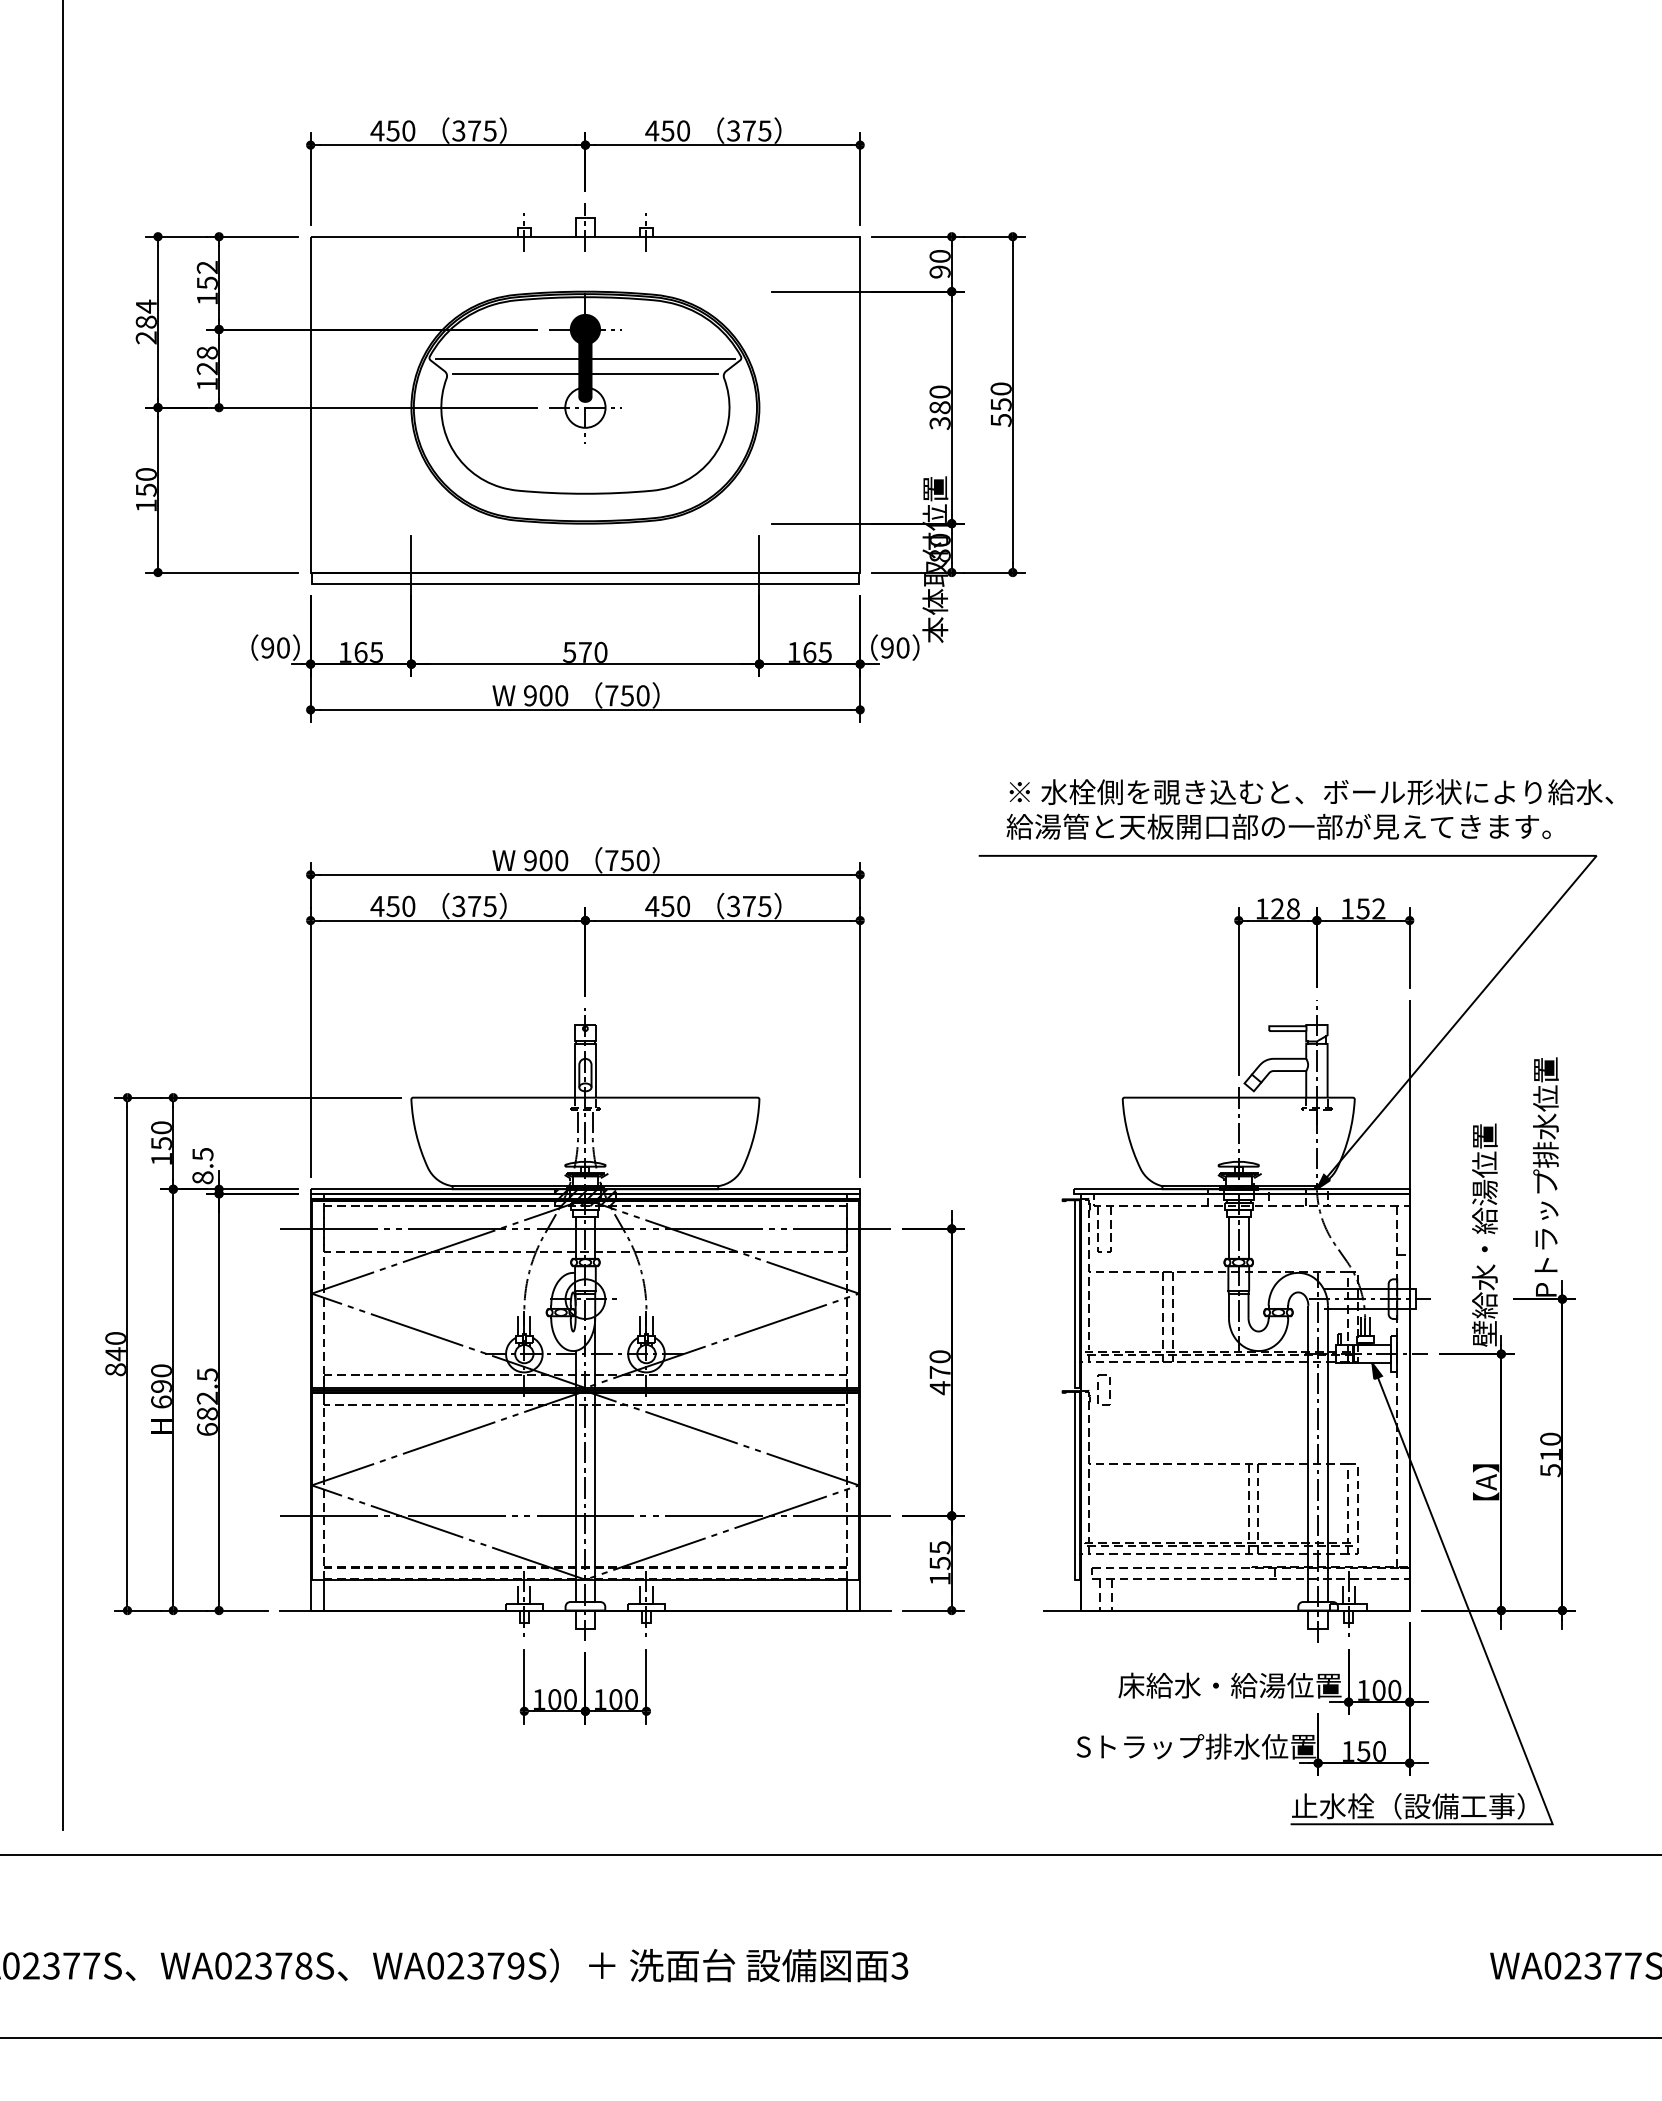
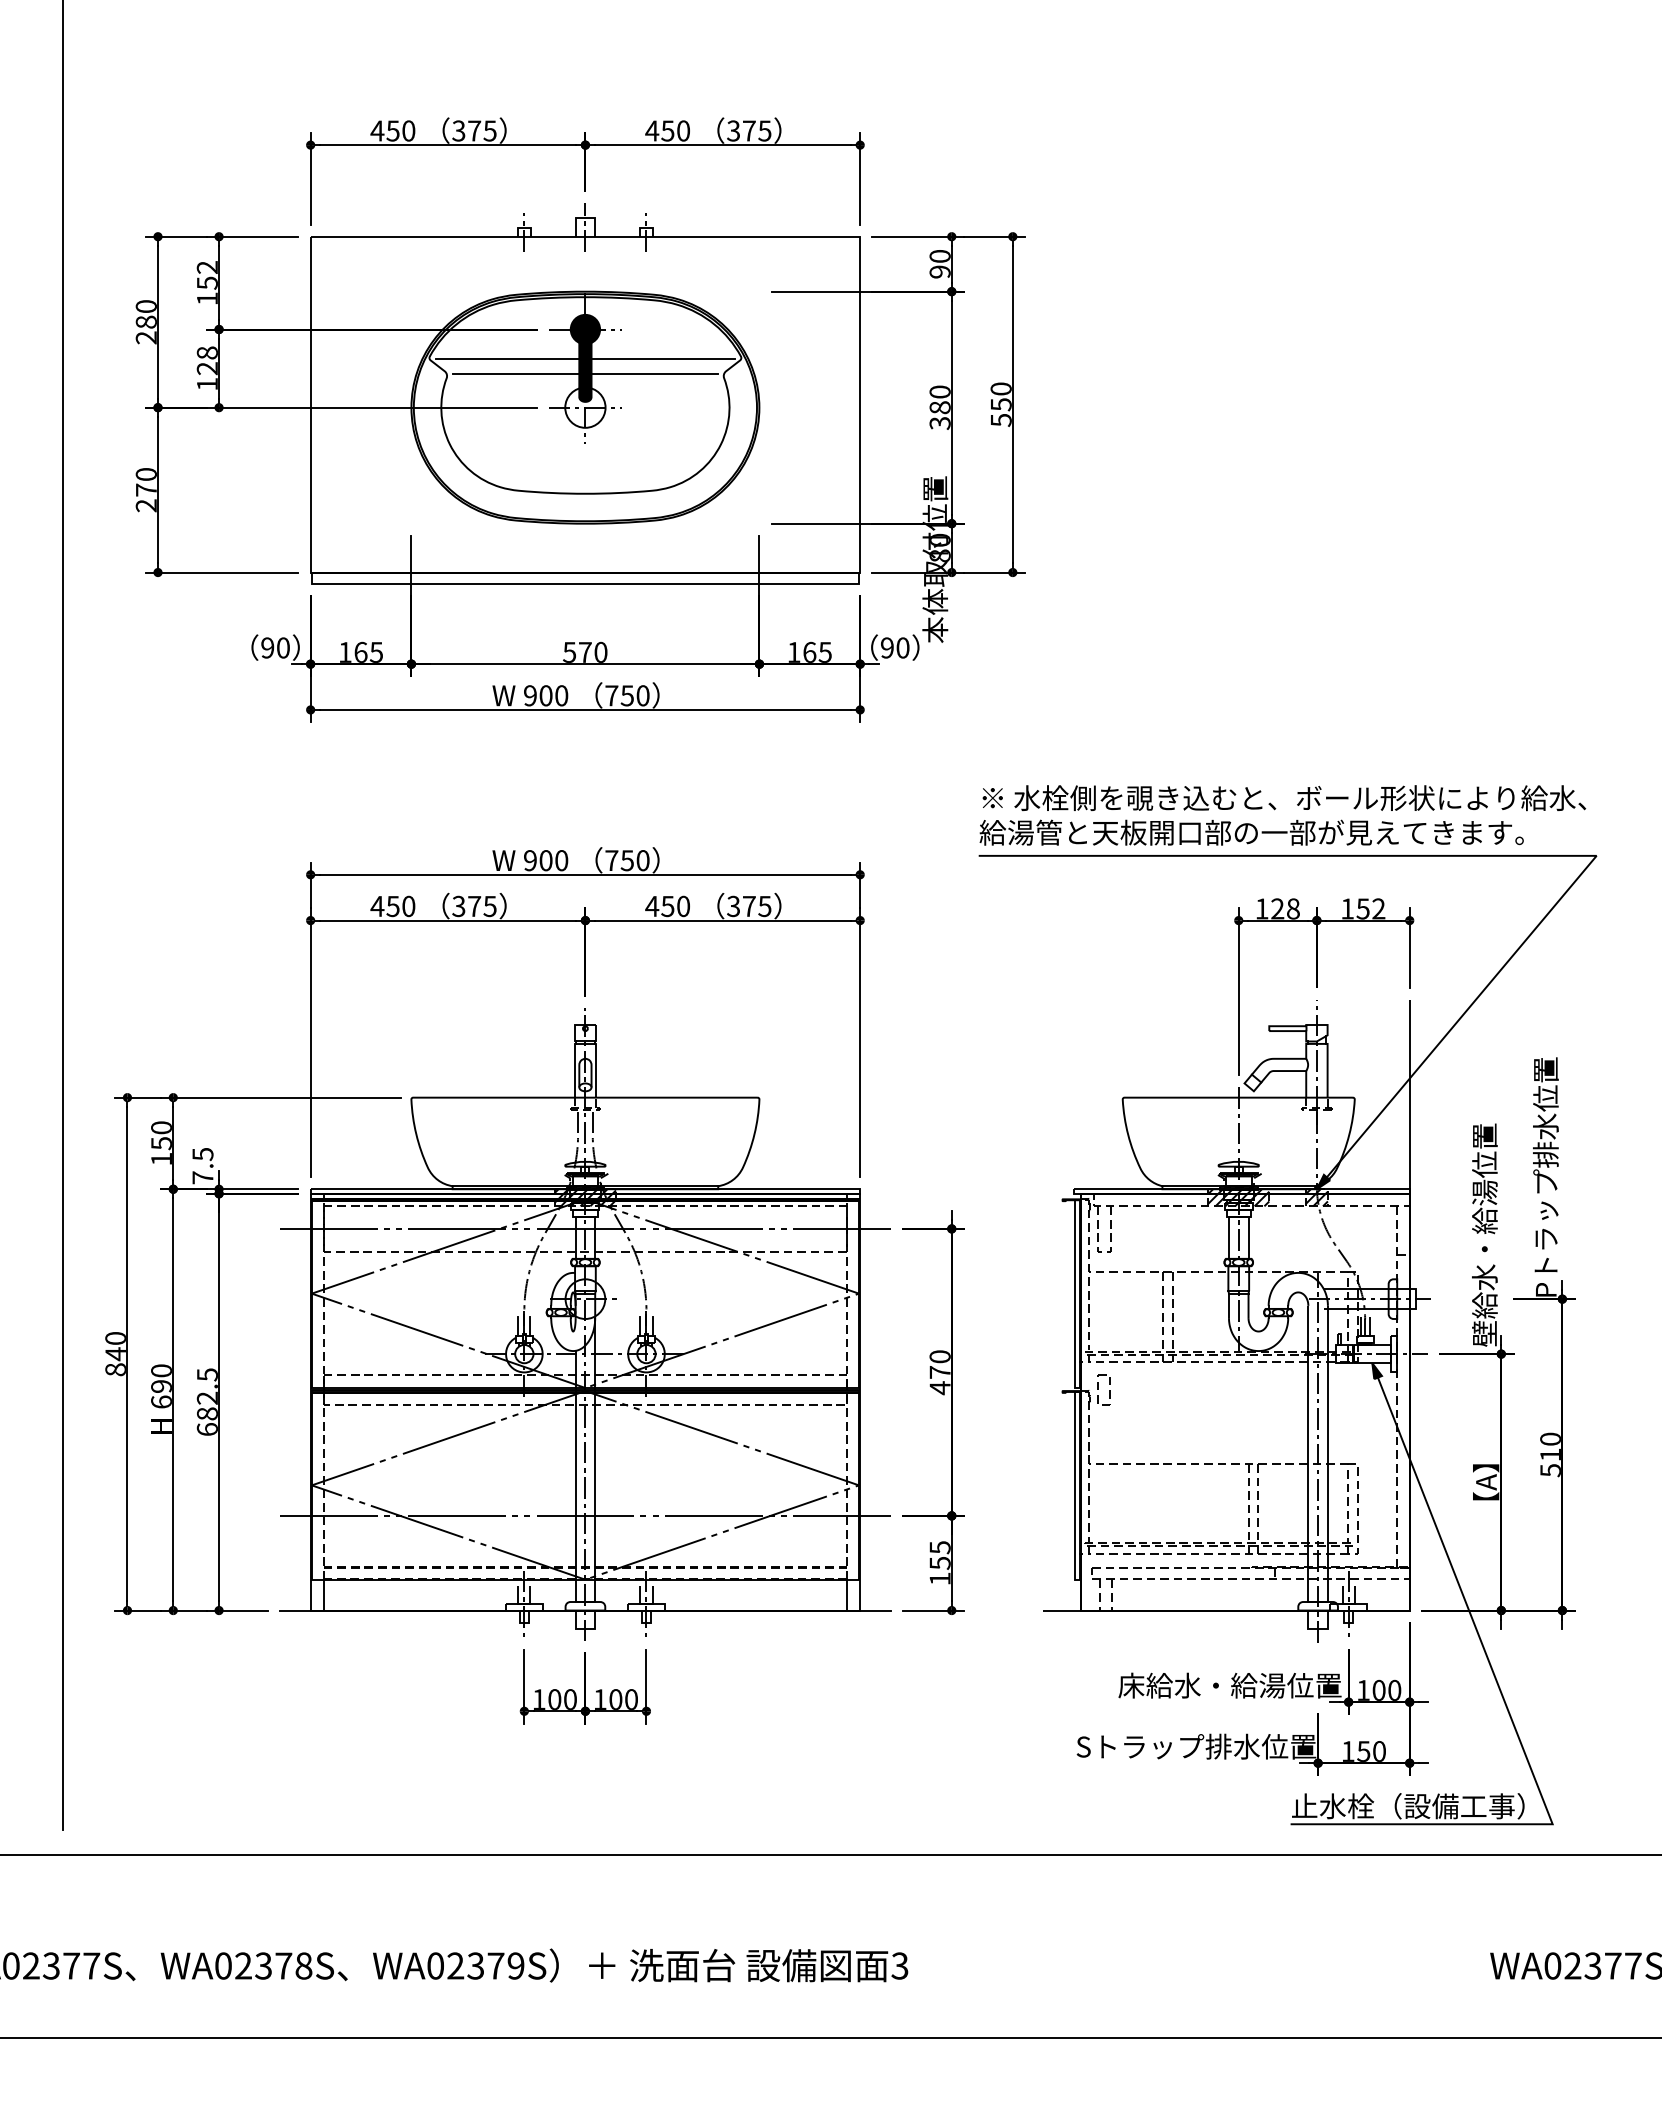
text at (145, 306): 284 -> 280
text at (145, 497): 150 -> 270
text at (1309, 809) position: (1309, 809) -> (1282, 815)
text at (202, 1177): 8.5 -> 7.5
hatch at (1238, 1197): none -> present
hatch at (1316, 1197): none -> present
